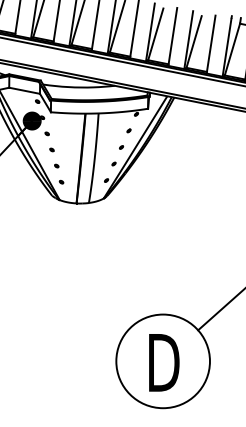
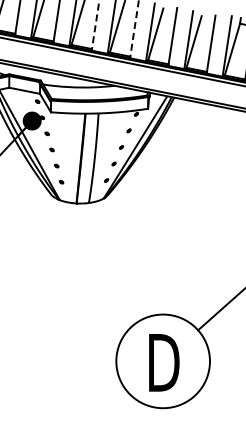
line at (95, 26): solid -> dashed
line at (134, 29): solid -> dashed
